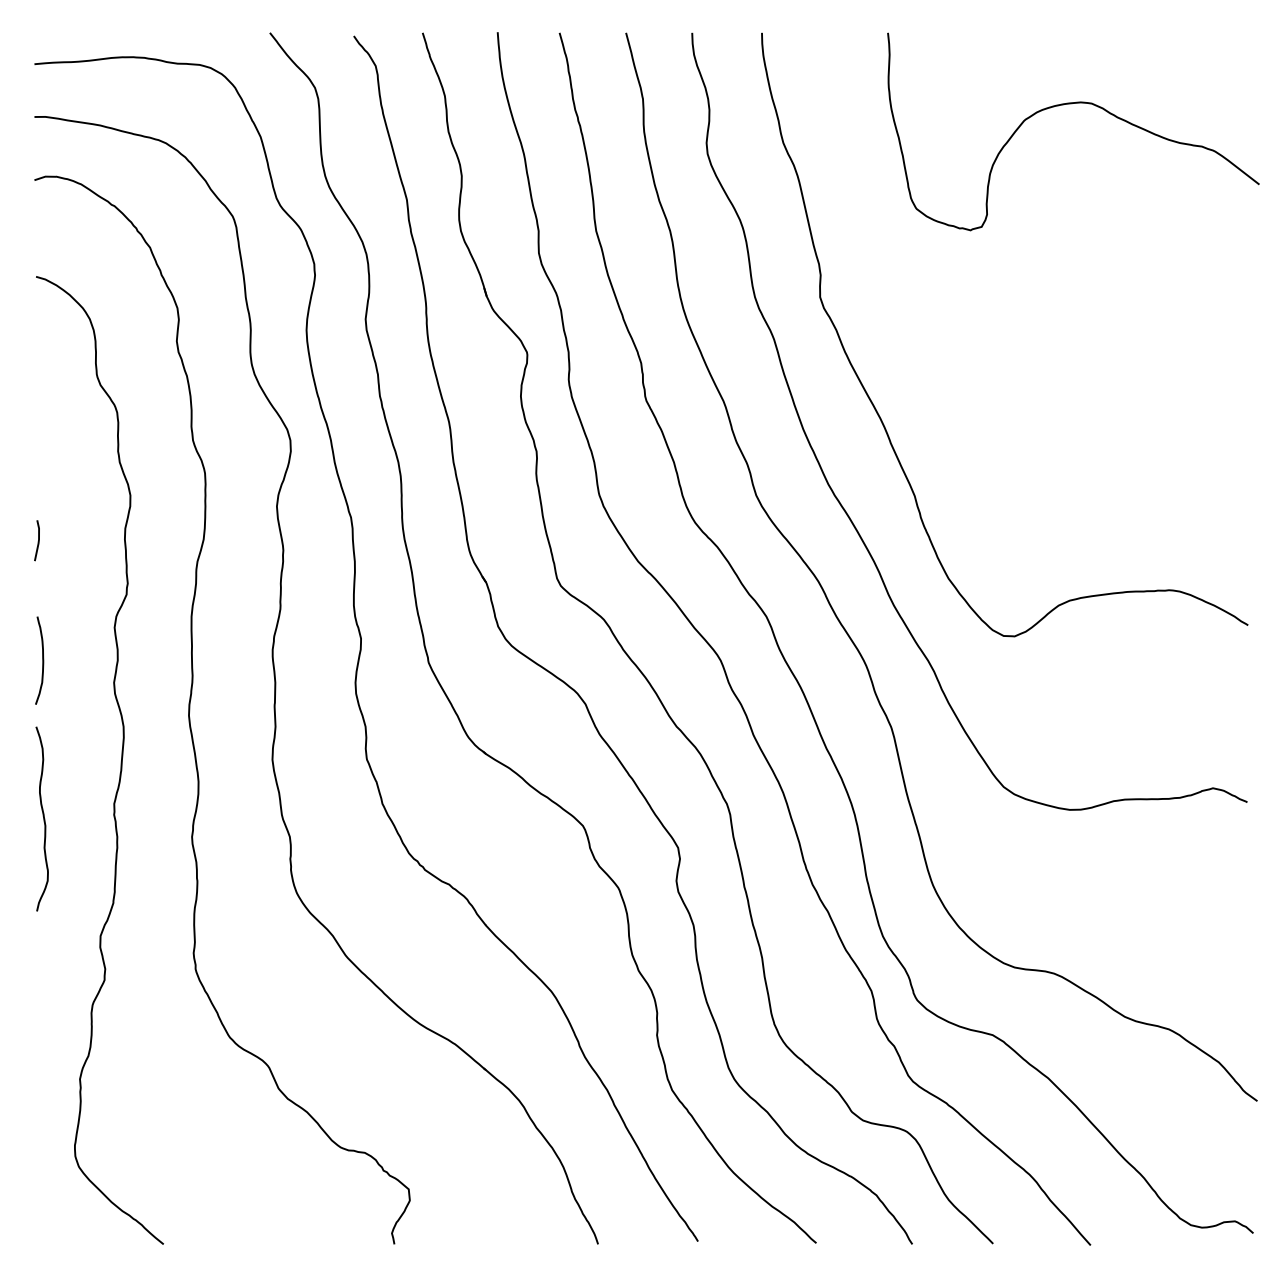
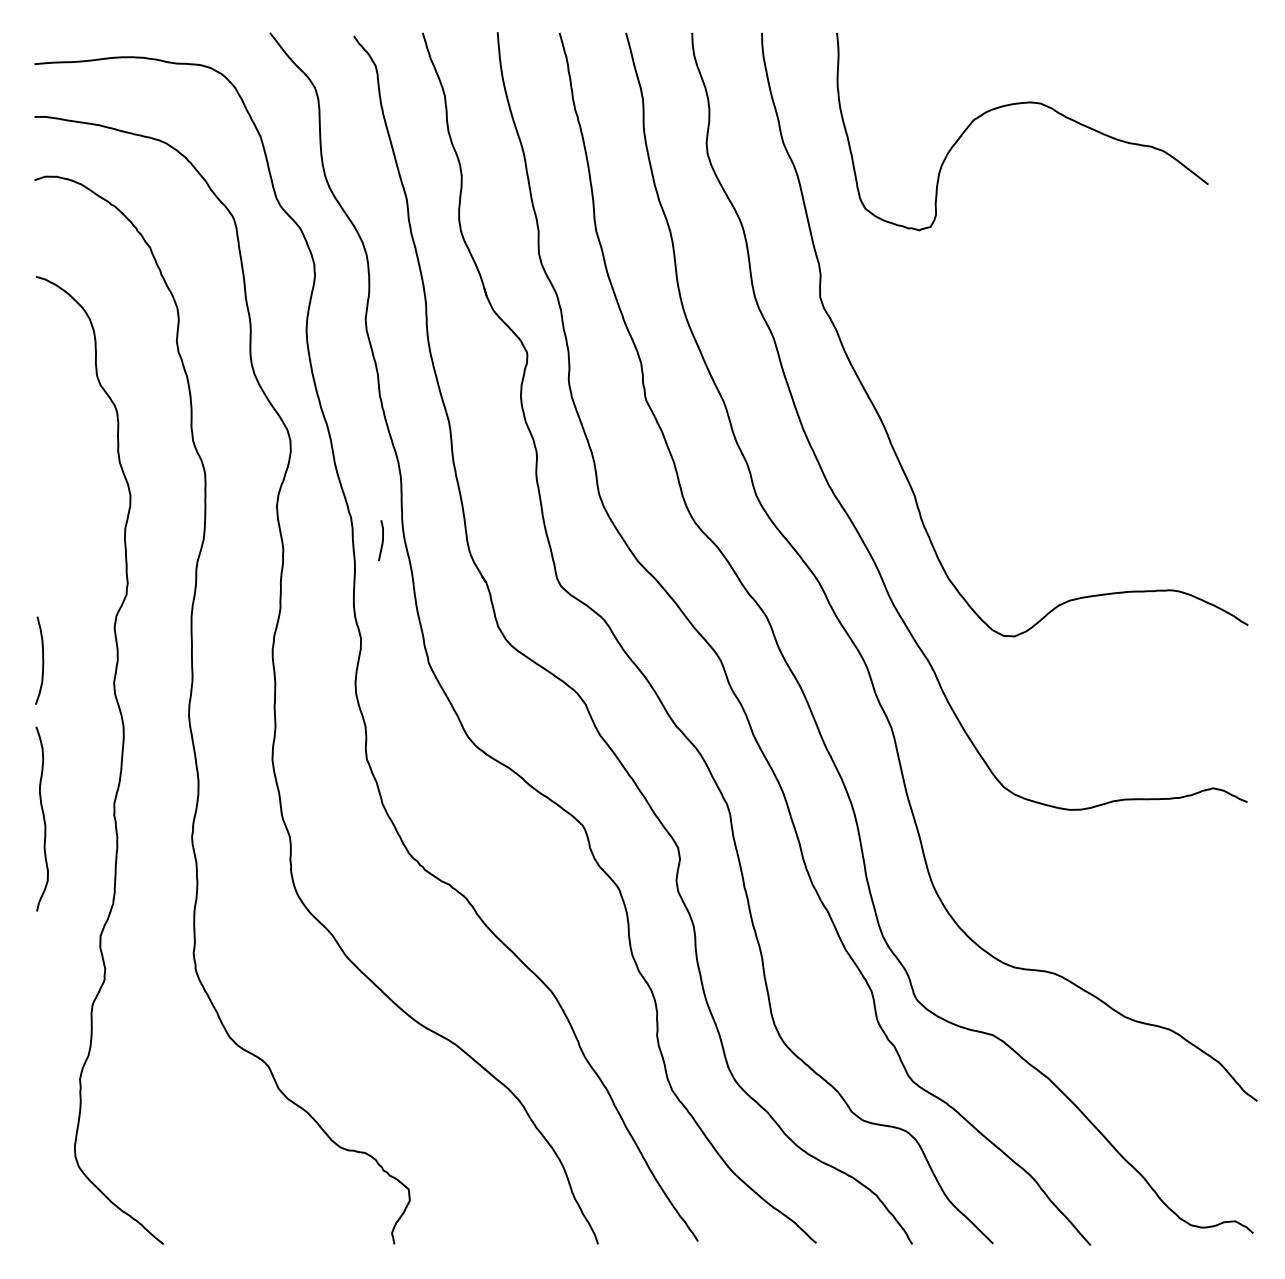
curve at (1071, 104) position: (1071, 104) -> (1020, 104)
line at (37, 541) position: (37, 541) -> (381, 541)
